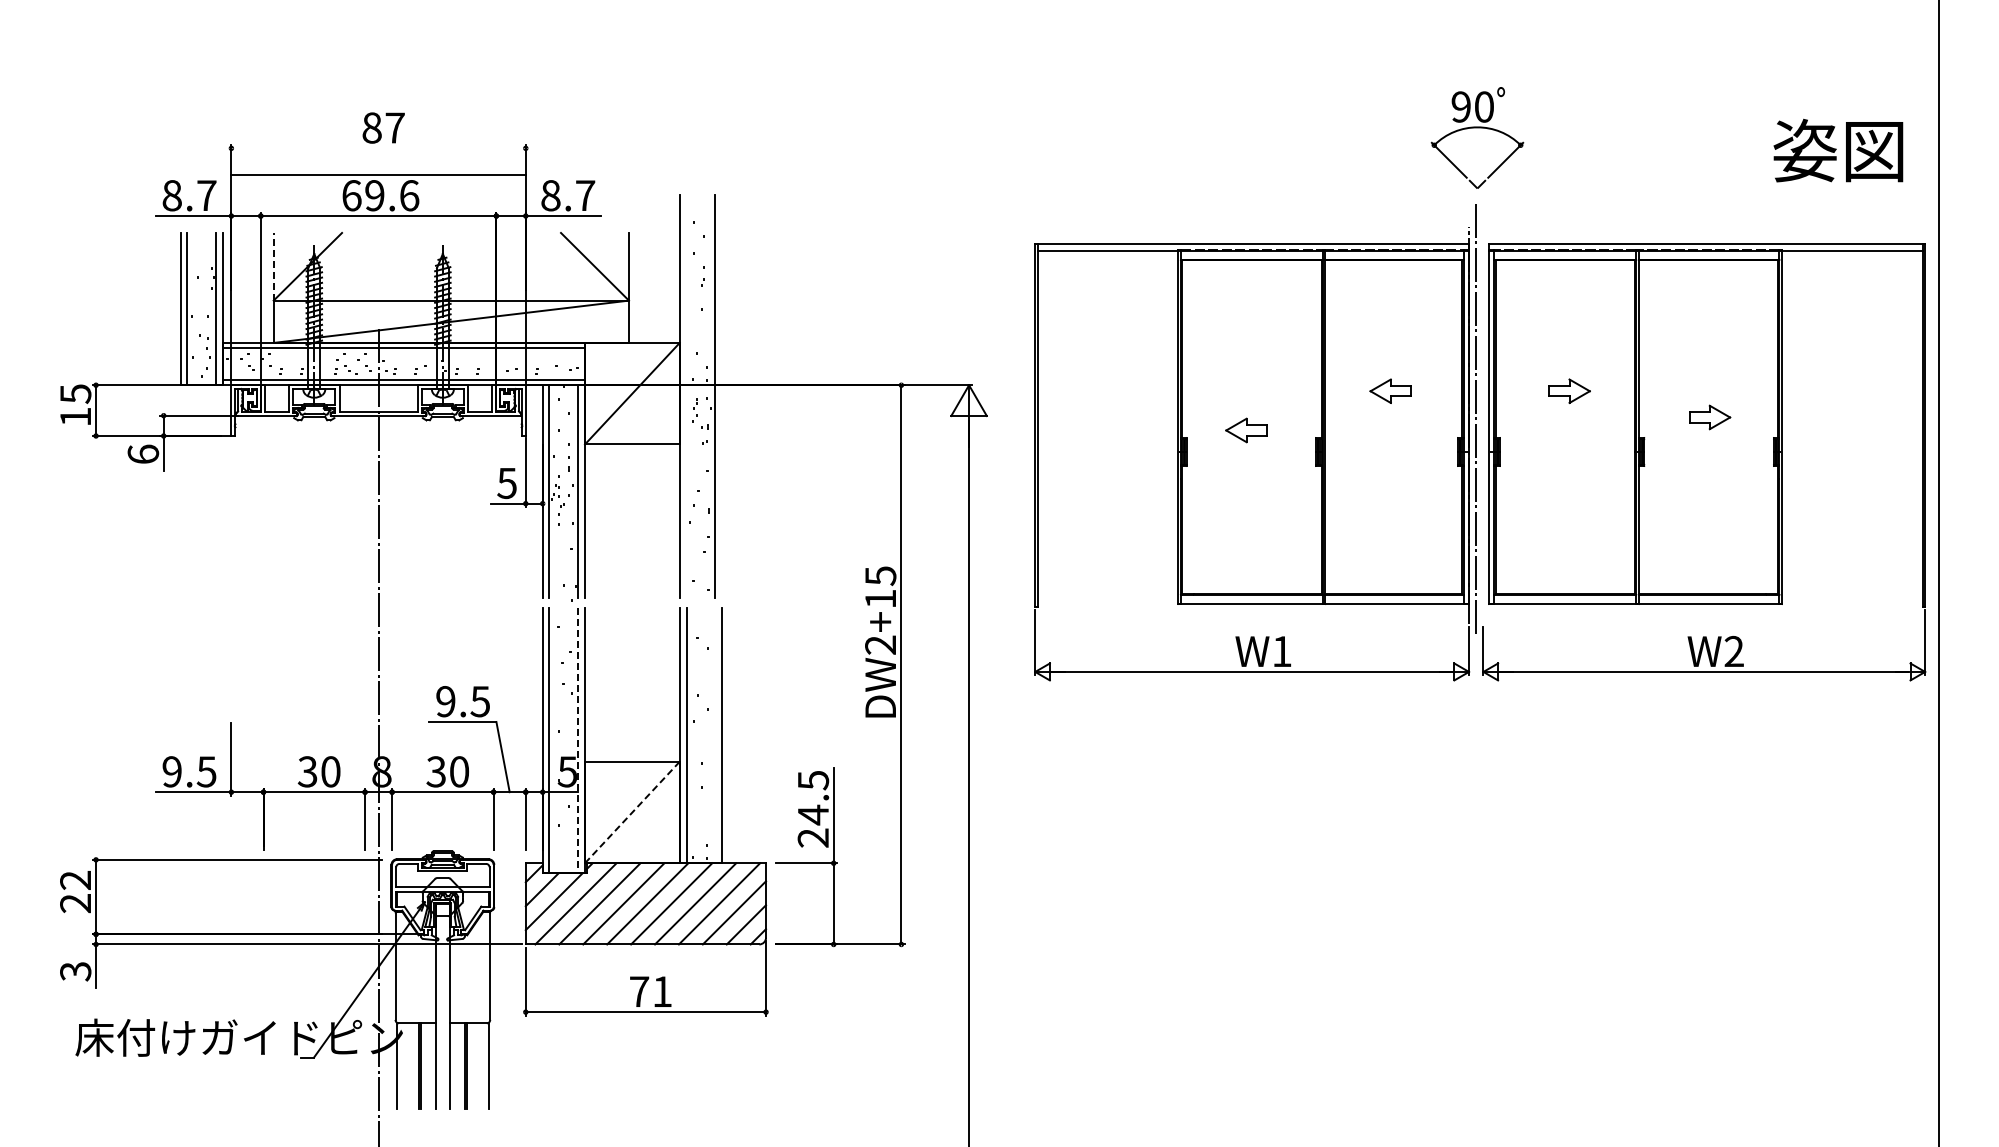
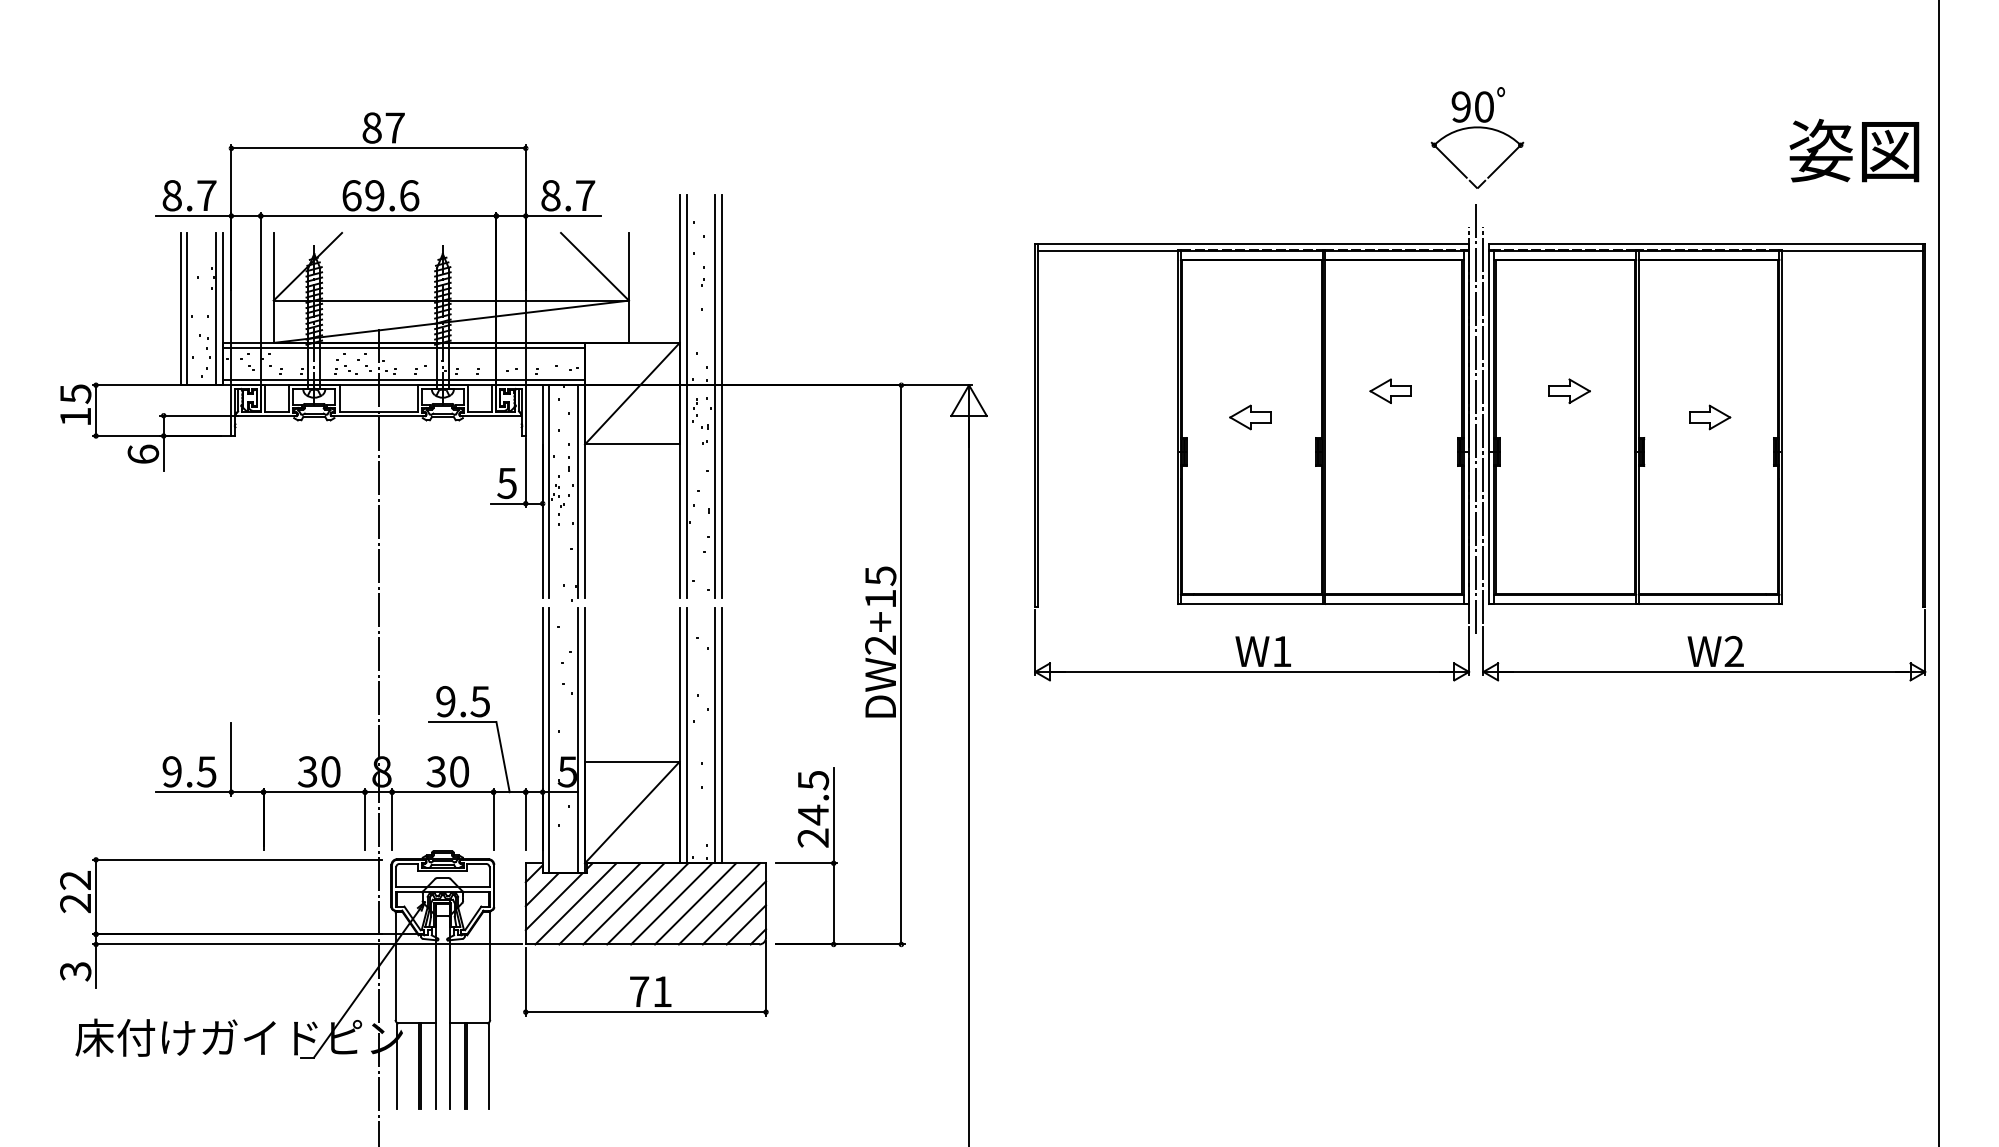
text at (1838, 150) position: (1838, 150) -> (1854, 150)
line at (378, 175) position: (378, 175) -> (378, 148)
line at (273, 266): dashed -> solid
line at (686, 396): none -> present
line at (722, 396): none -> present
line at (1483, 425): none -> present
part at (1246, 430) position: (1246, 430) -> (1250, 417)
line at (715, 735): none -> present
line at (578, 740): dashed -> solid
line at (632, 812): dashed -> solid
